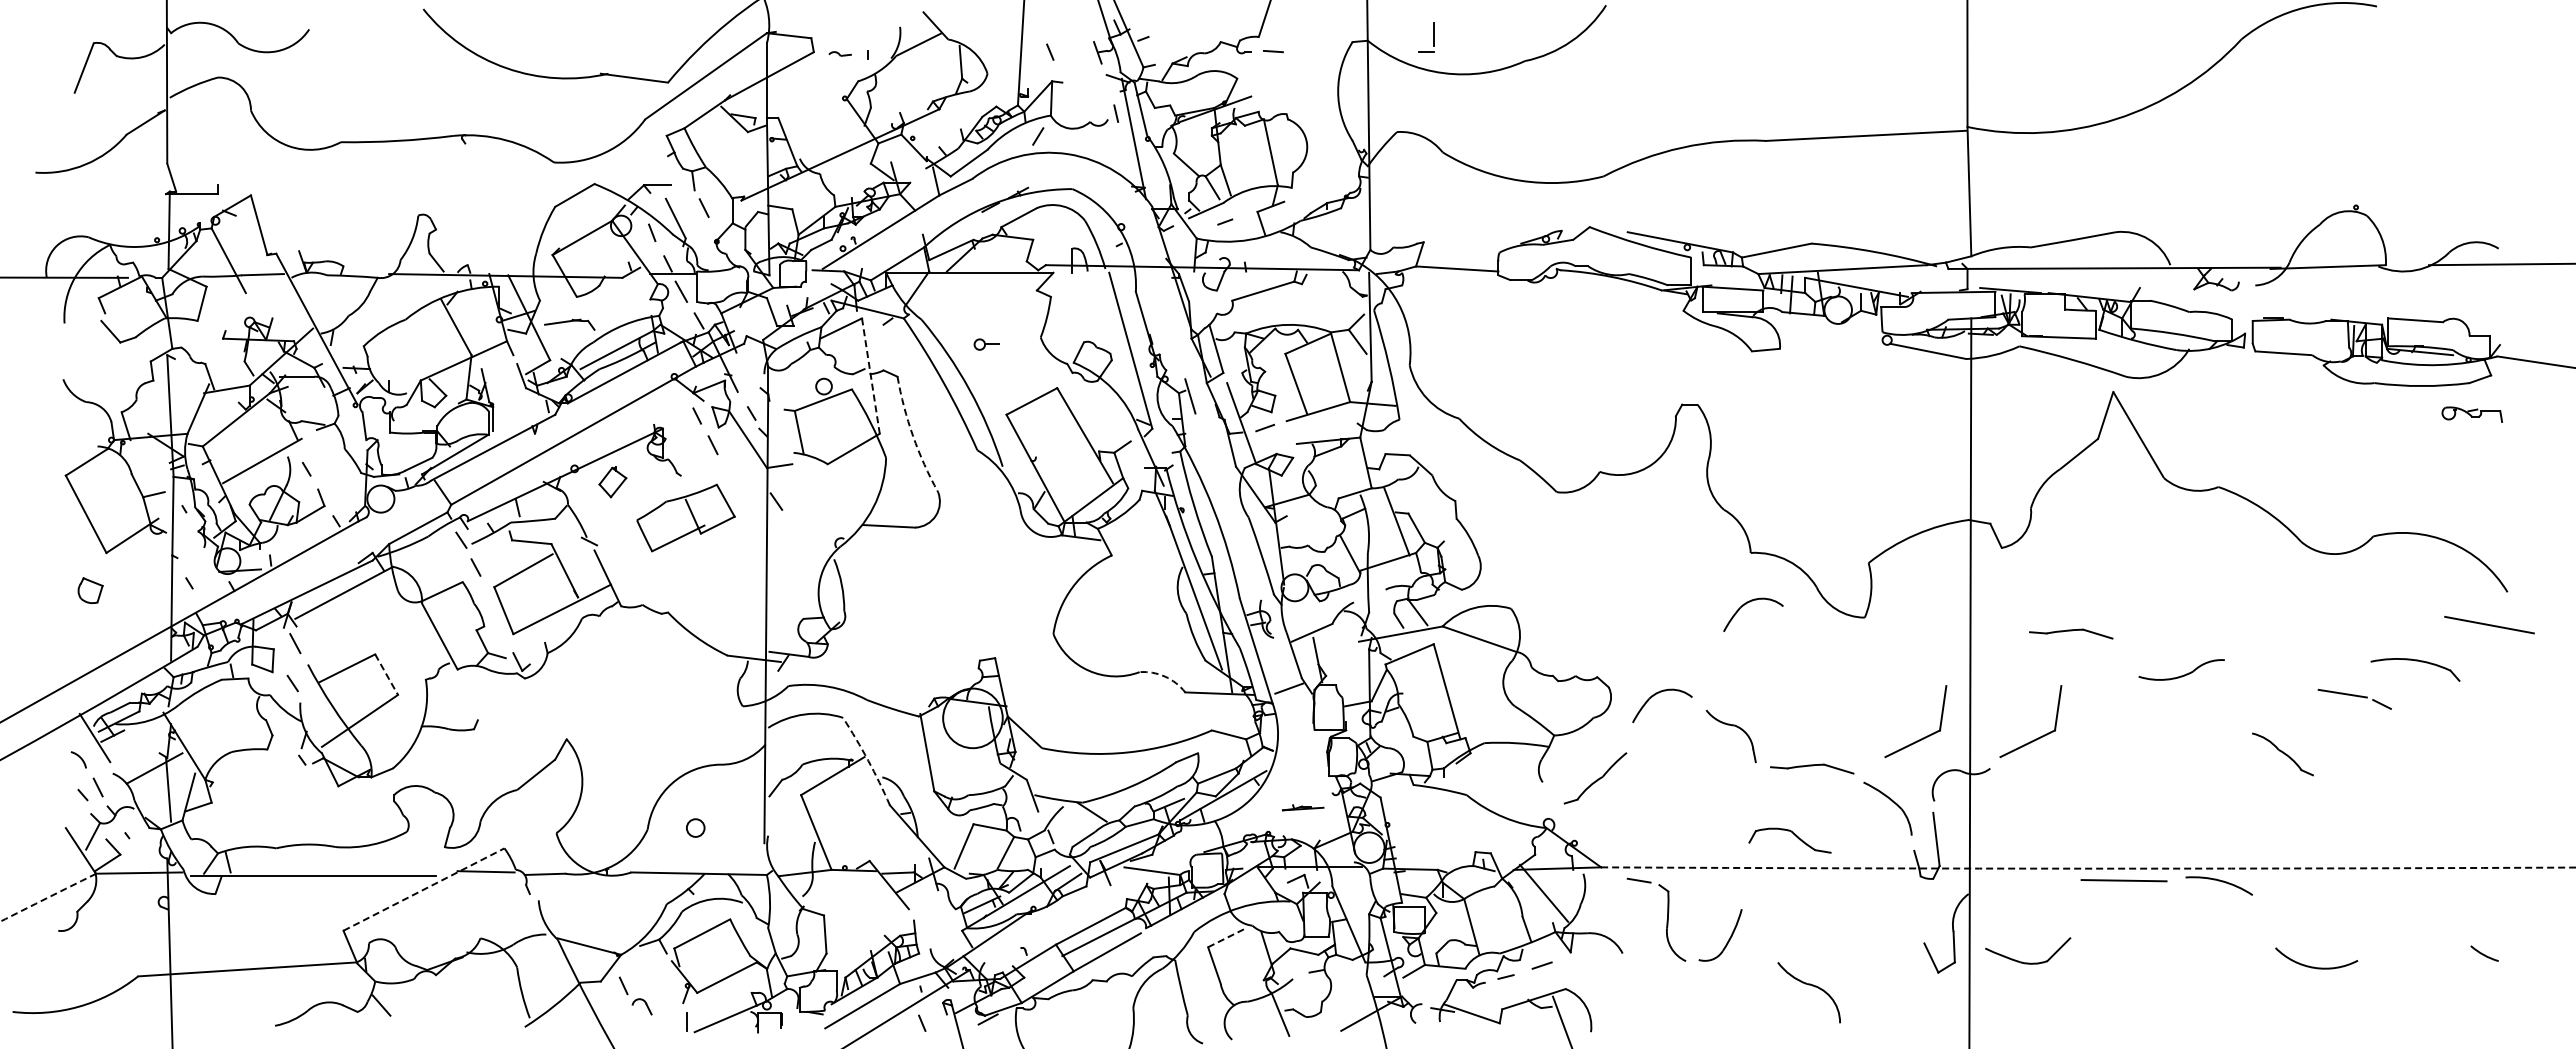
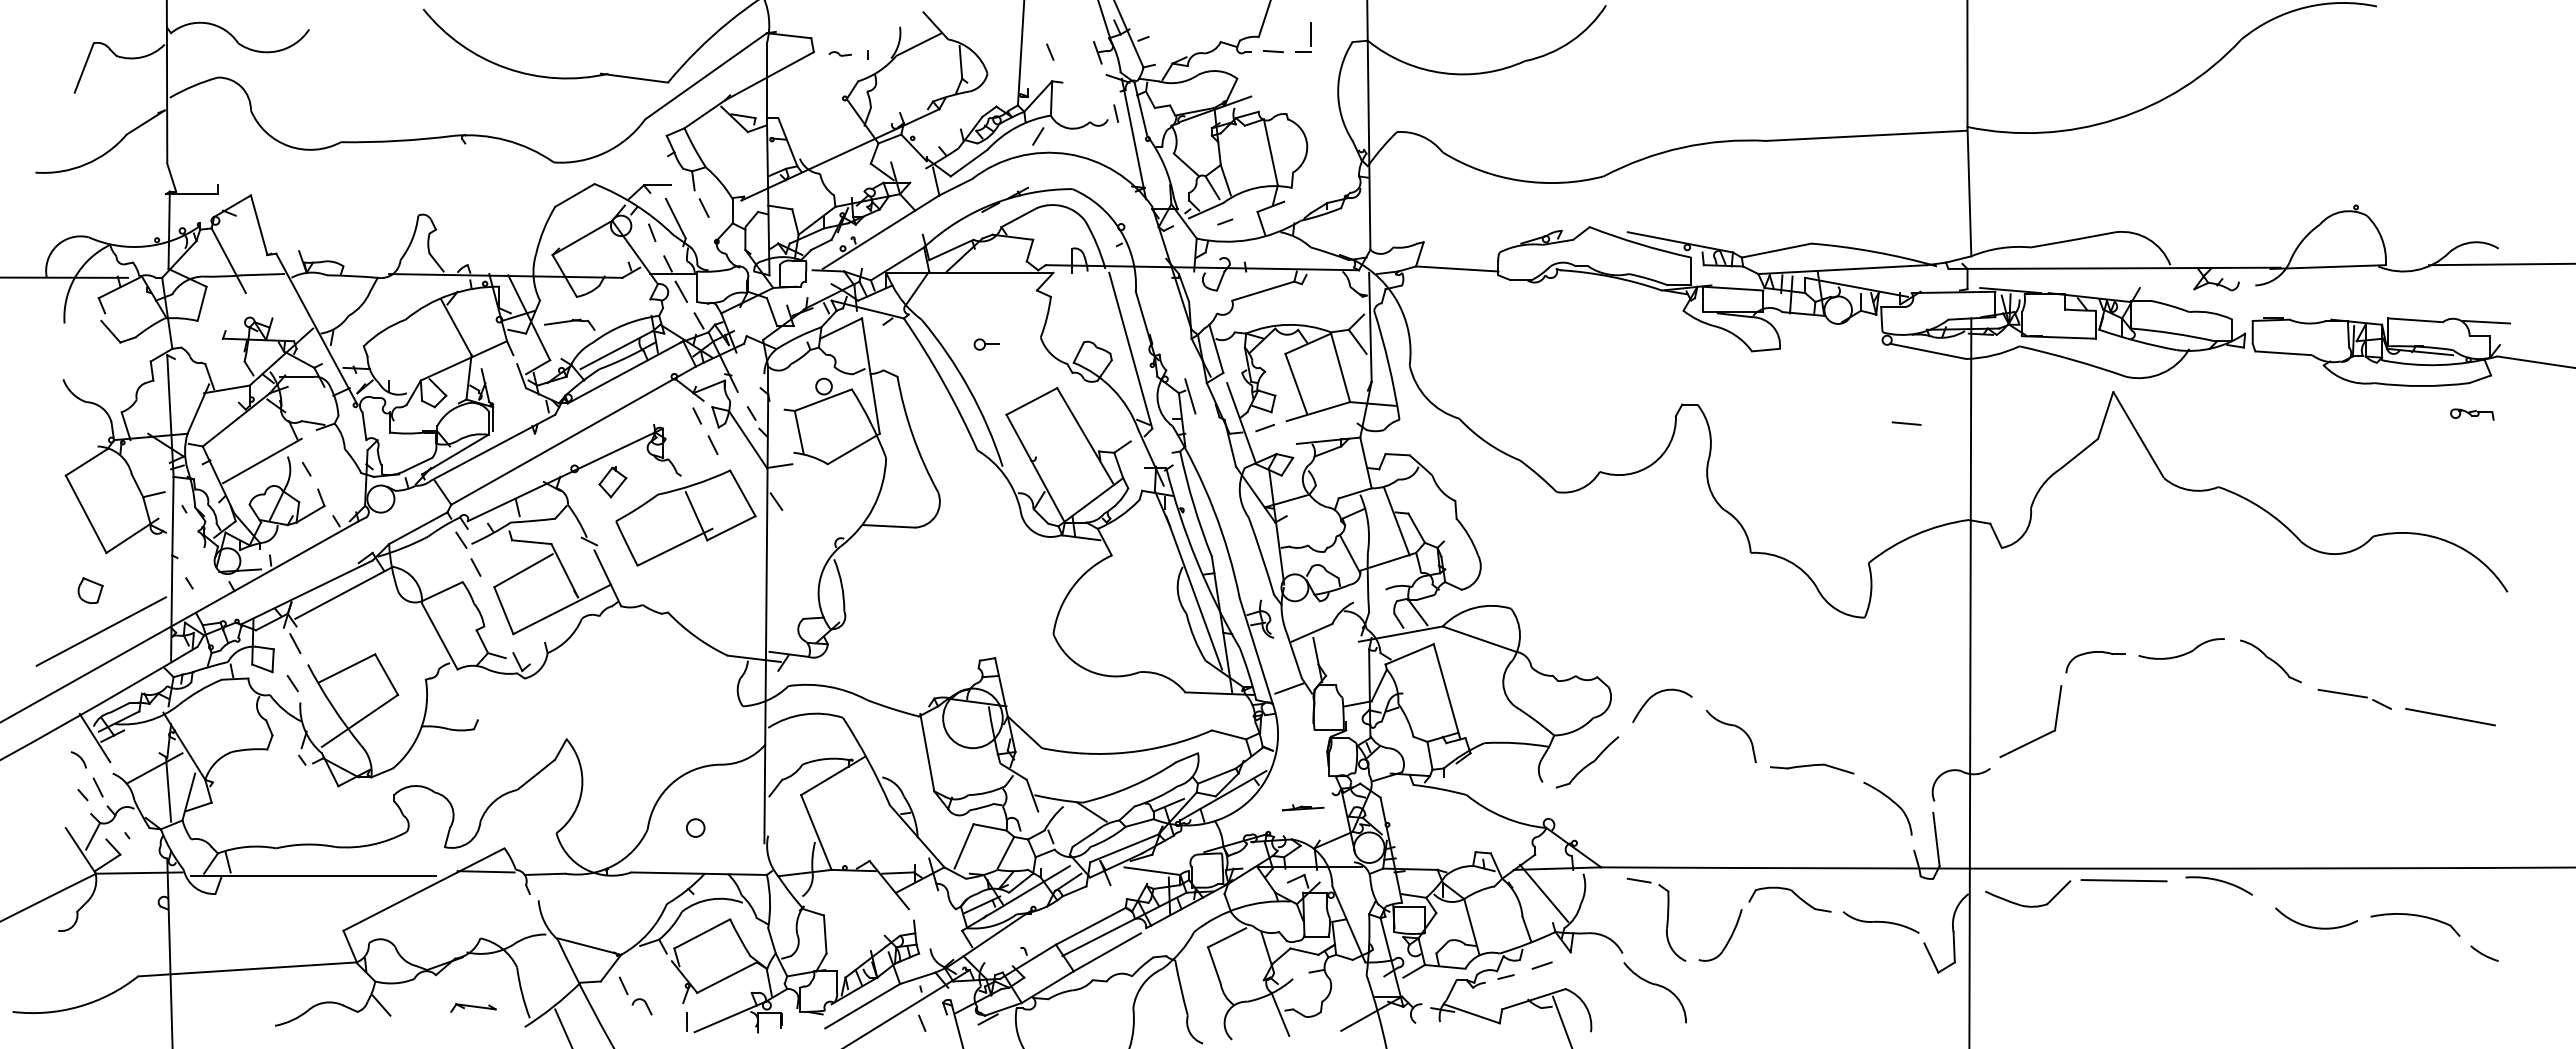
part at (1433, 37) position: (1433, 37) -> (1310, 37)
line at (2486, 321): none -> present
line at (870, 376): dashed -> solid
part at (2472, 414) size: 63x17 px -> 45x13 px
line at (1906, 423): none -> present
arc at (913, 436): dashed -> solid
part at (685, 517) size: 100x70 px -> 142x98 px
part at (1746, 604): present -> none
line at (2489, 625) position: (2489, 625) -> (2450, 717)
line at (101, 631): none -> present
part at (2071, 633): present -> none
part at (2092, 653): none -> present
part at (2415, 661) position: (2415, 661) -> (2415, 916)
part at (2181, 669) position: (2181, 669) -> (2181, 648)
line at (386, 675): dashed -> solid
arc at (1165, 676): dashed -> solid
part at (1923, 737): present -> none
part at (2282, 754) position: (2282, 754) -> (2270, 661)
arc at (868, 760): dashed -> solid
part at (1595, 778) position: (1595, 778) -> (1587, 762)
part at (1794, 835) position: (1794, 835) -> (1794, 894)
arc at (2089, 868): dashed -> solid
line at (424, 889): dashed -> solid
arc at (47, 898): dashed -> solid
part at (1881, 922): none -> present
line at (1227, 937): dashed -> solid
part at (2028, 962) position: (2028, 962) -> (2028, 905)
arc at (2314, 966) position: (2314, 966) -> (2314, 926)
part at (1808, 985) position: (1808, 985) -> (1654, 985)
part at (473, 1007): none -> present
line at (563, 1027): none -> present
